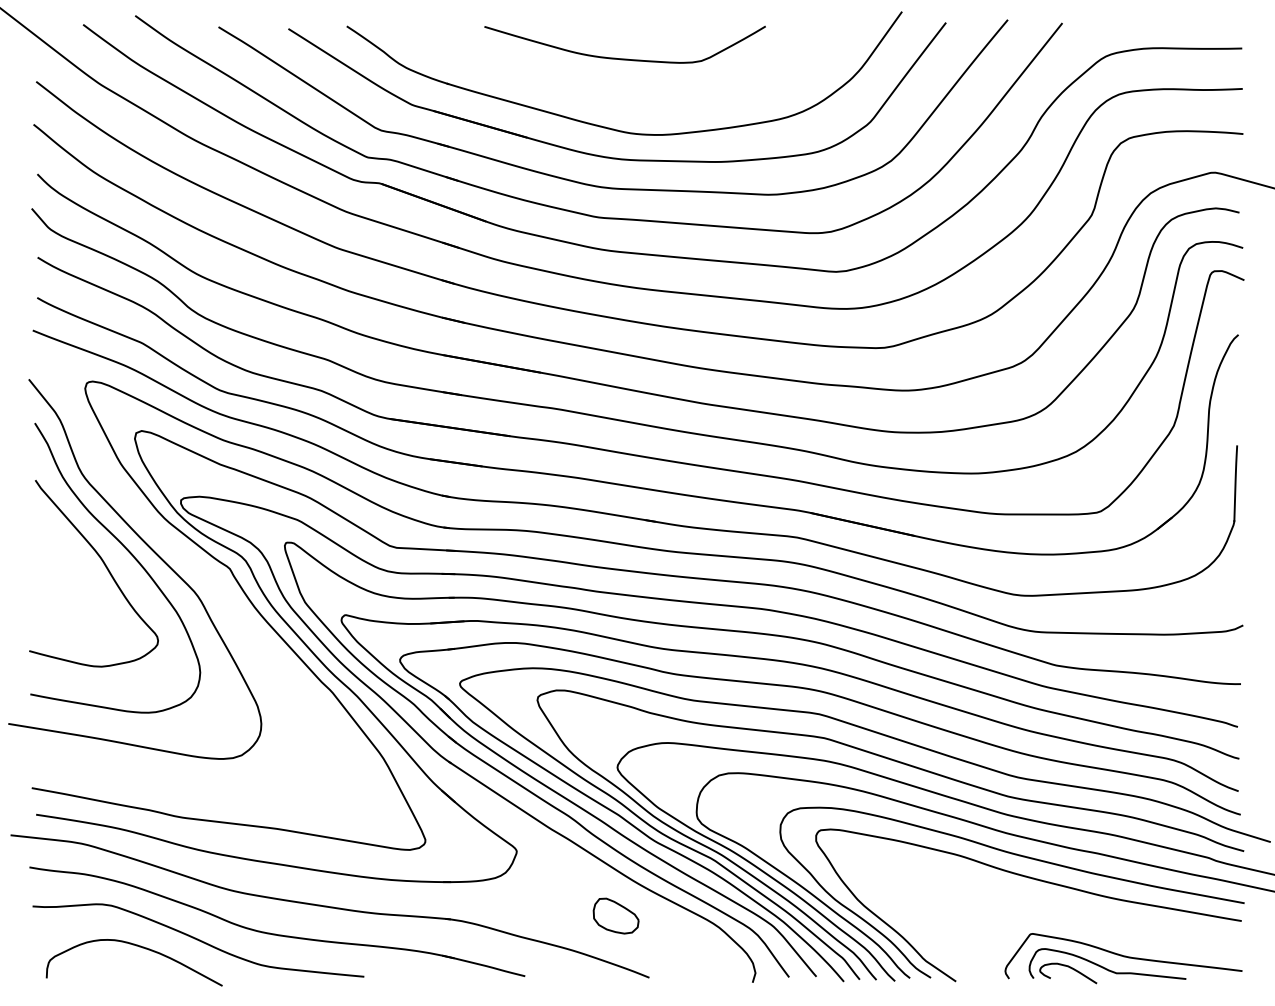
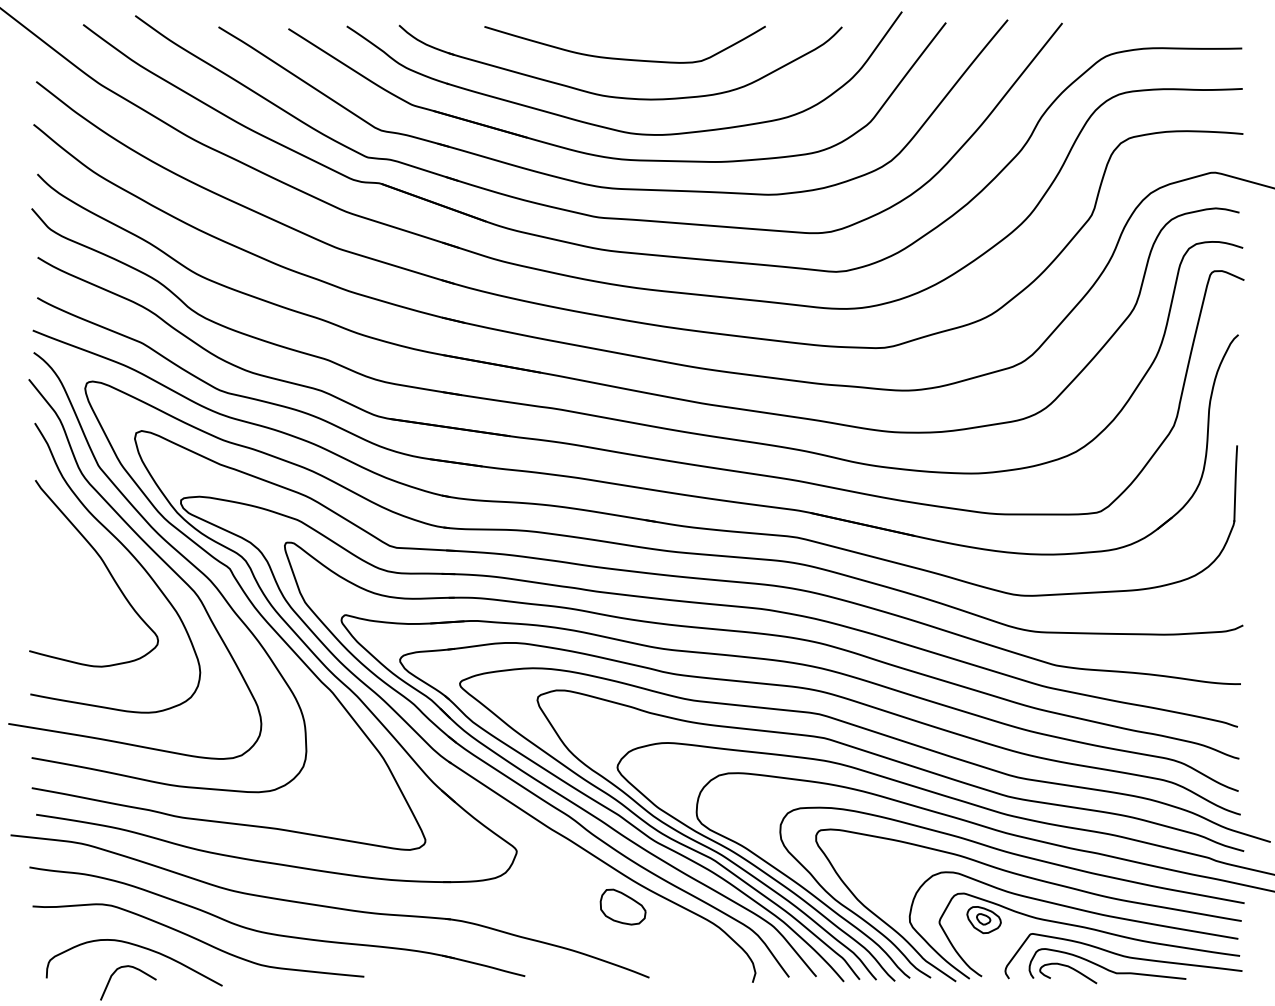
part at (619, 96): none -> present
curve at (181, 556): none -> present
part at (615, 915) position: (615, 915) -> (622, 906)
part at (1074, 925): none -> present
curve at (135, 969): none -> present
